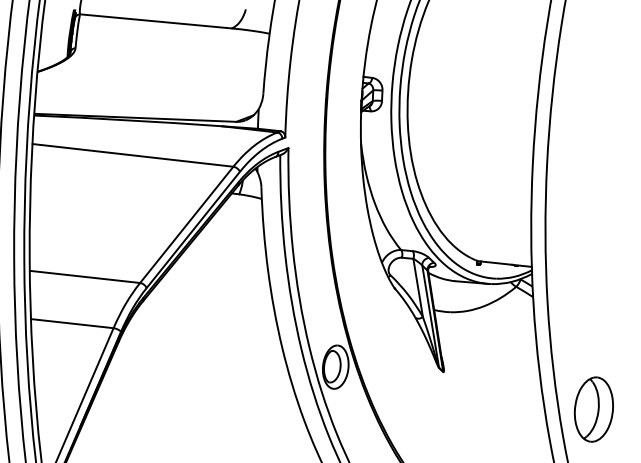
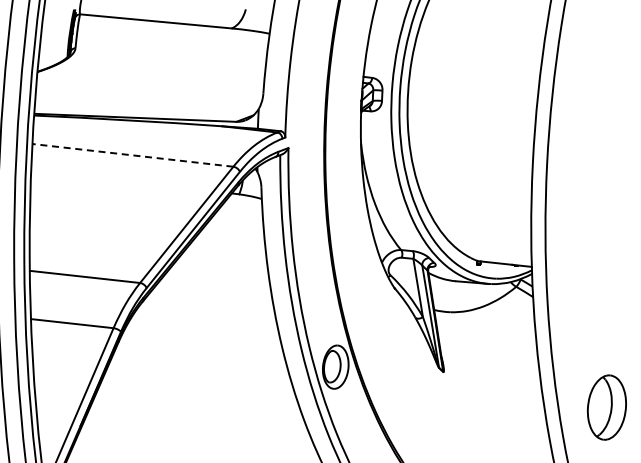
line at (132, 155): solid -> dashed
part at (593, 409) position: (593, 409) -> (606, 407)
